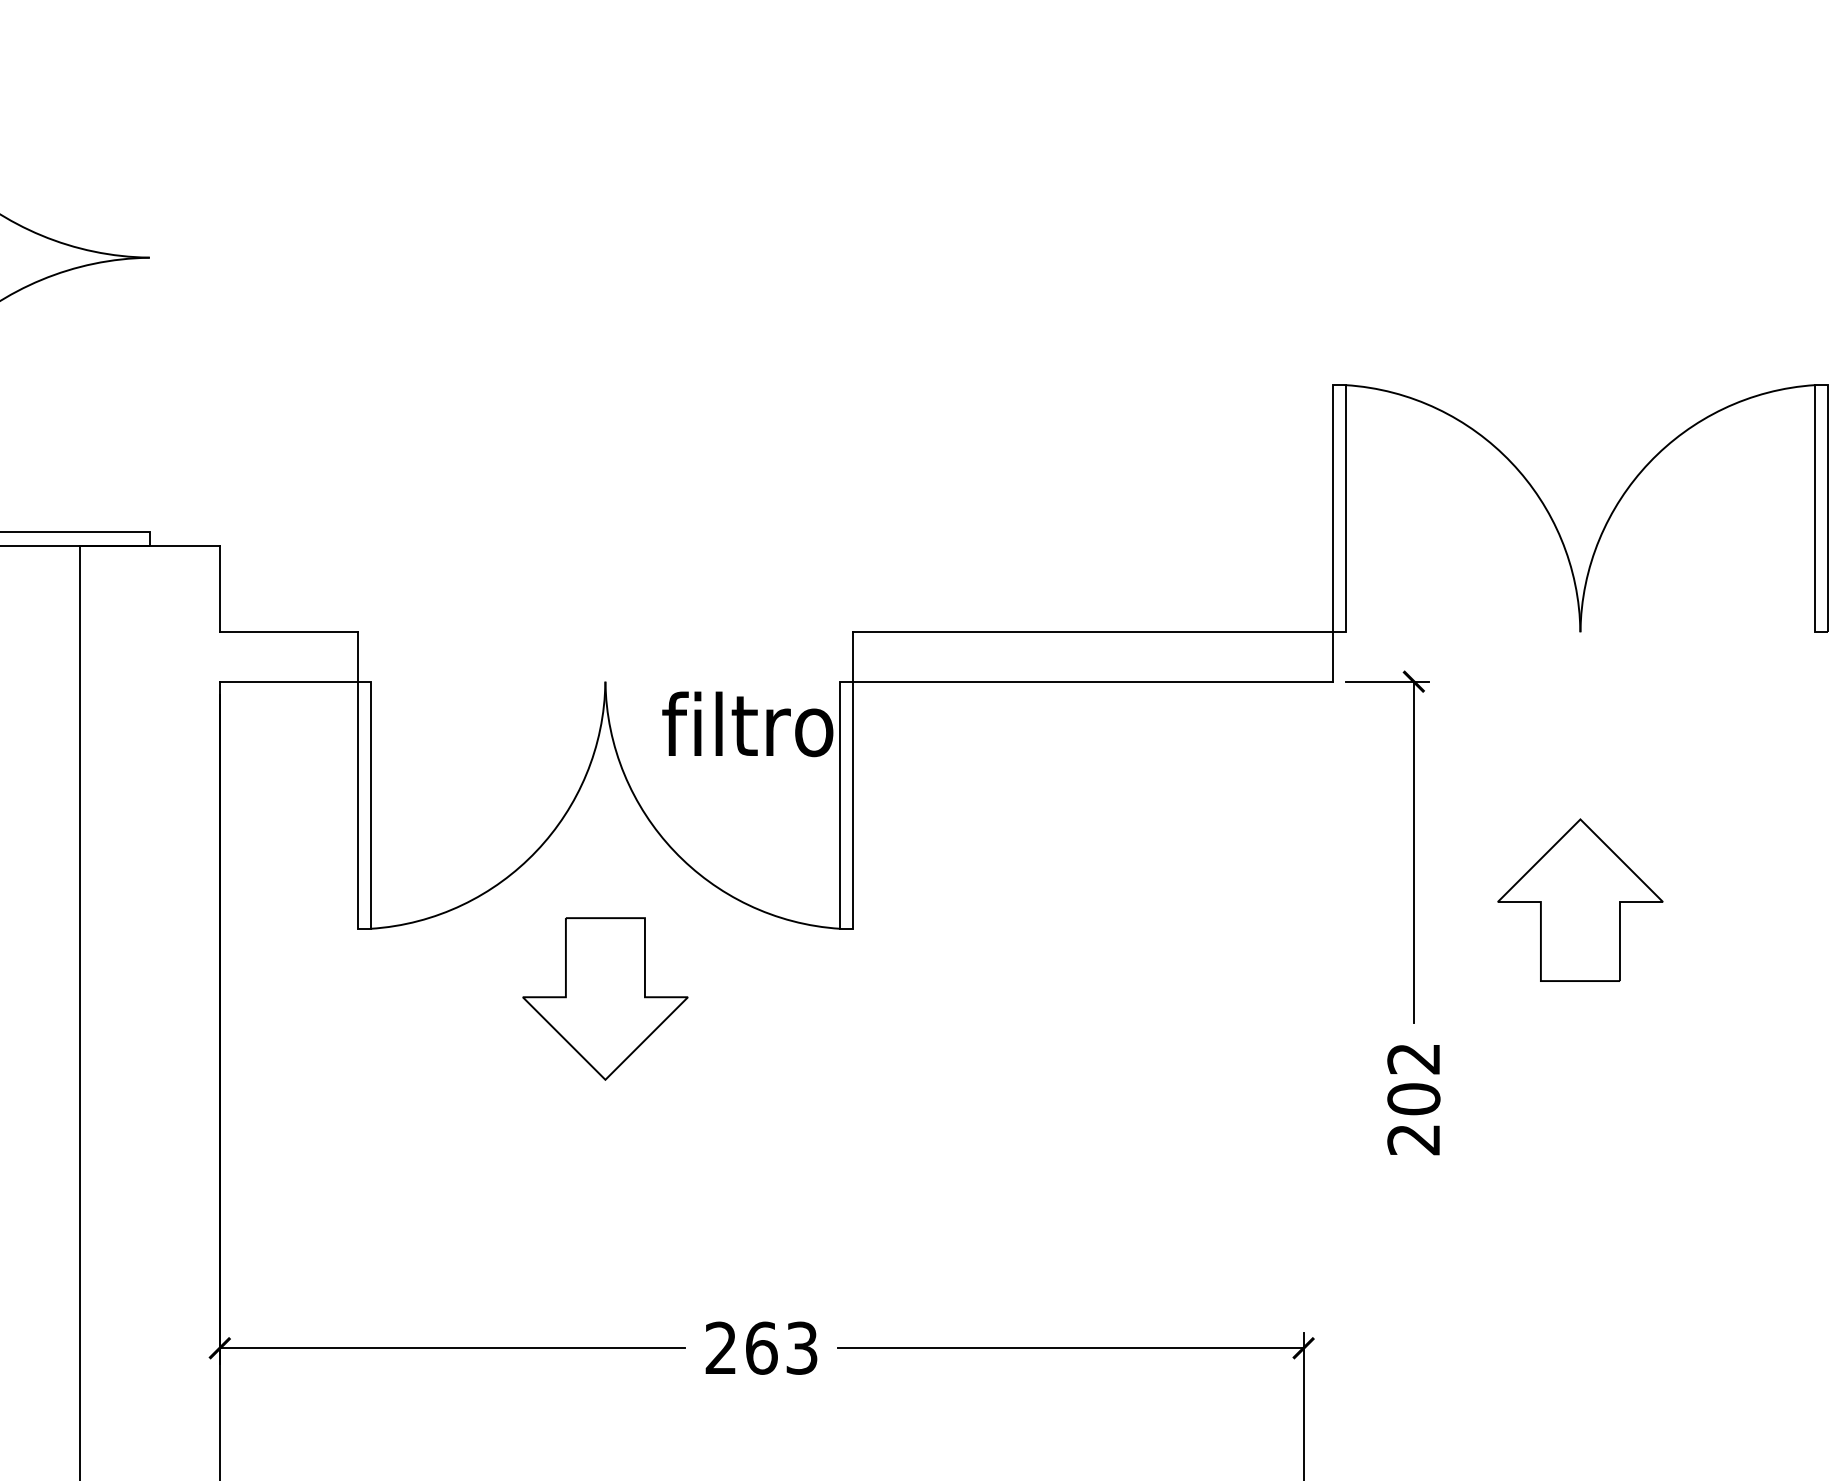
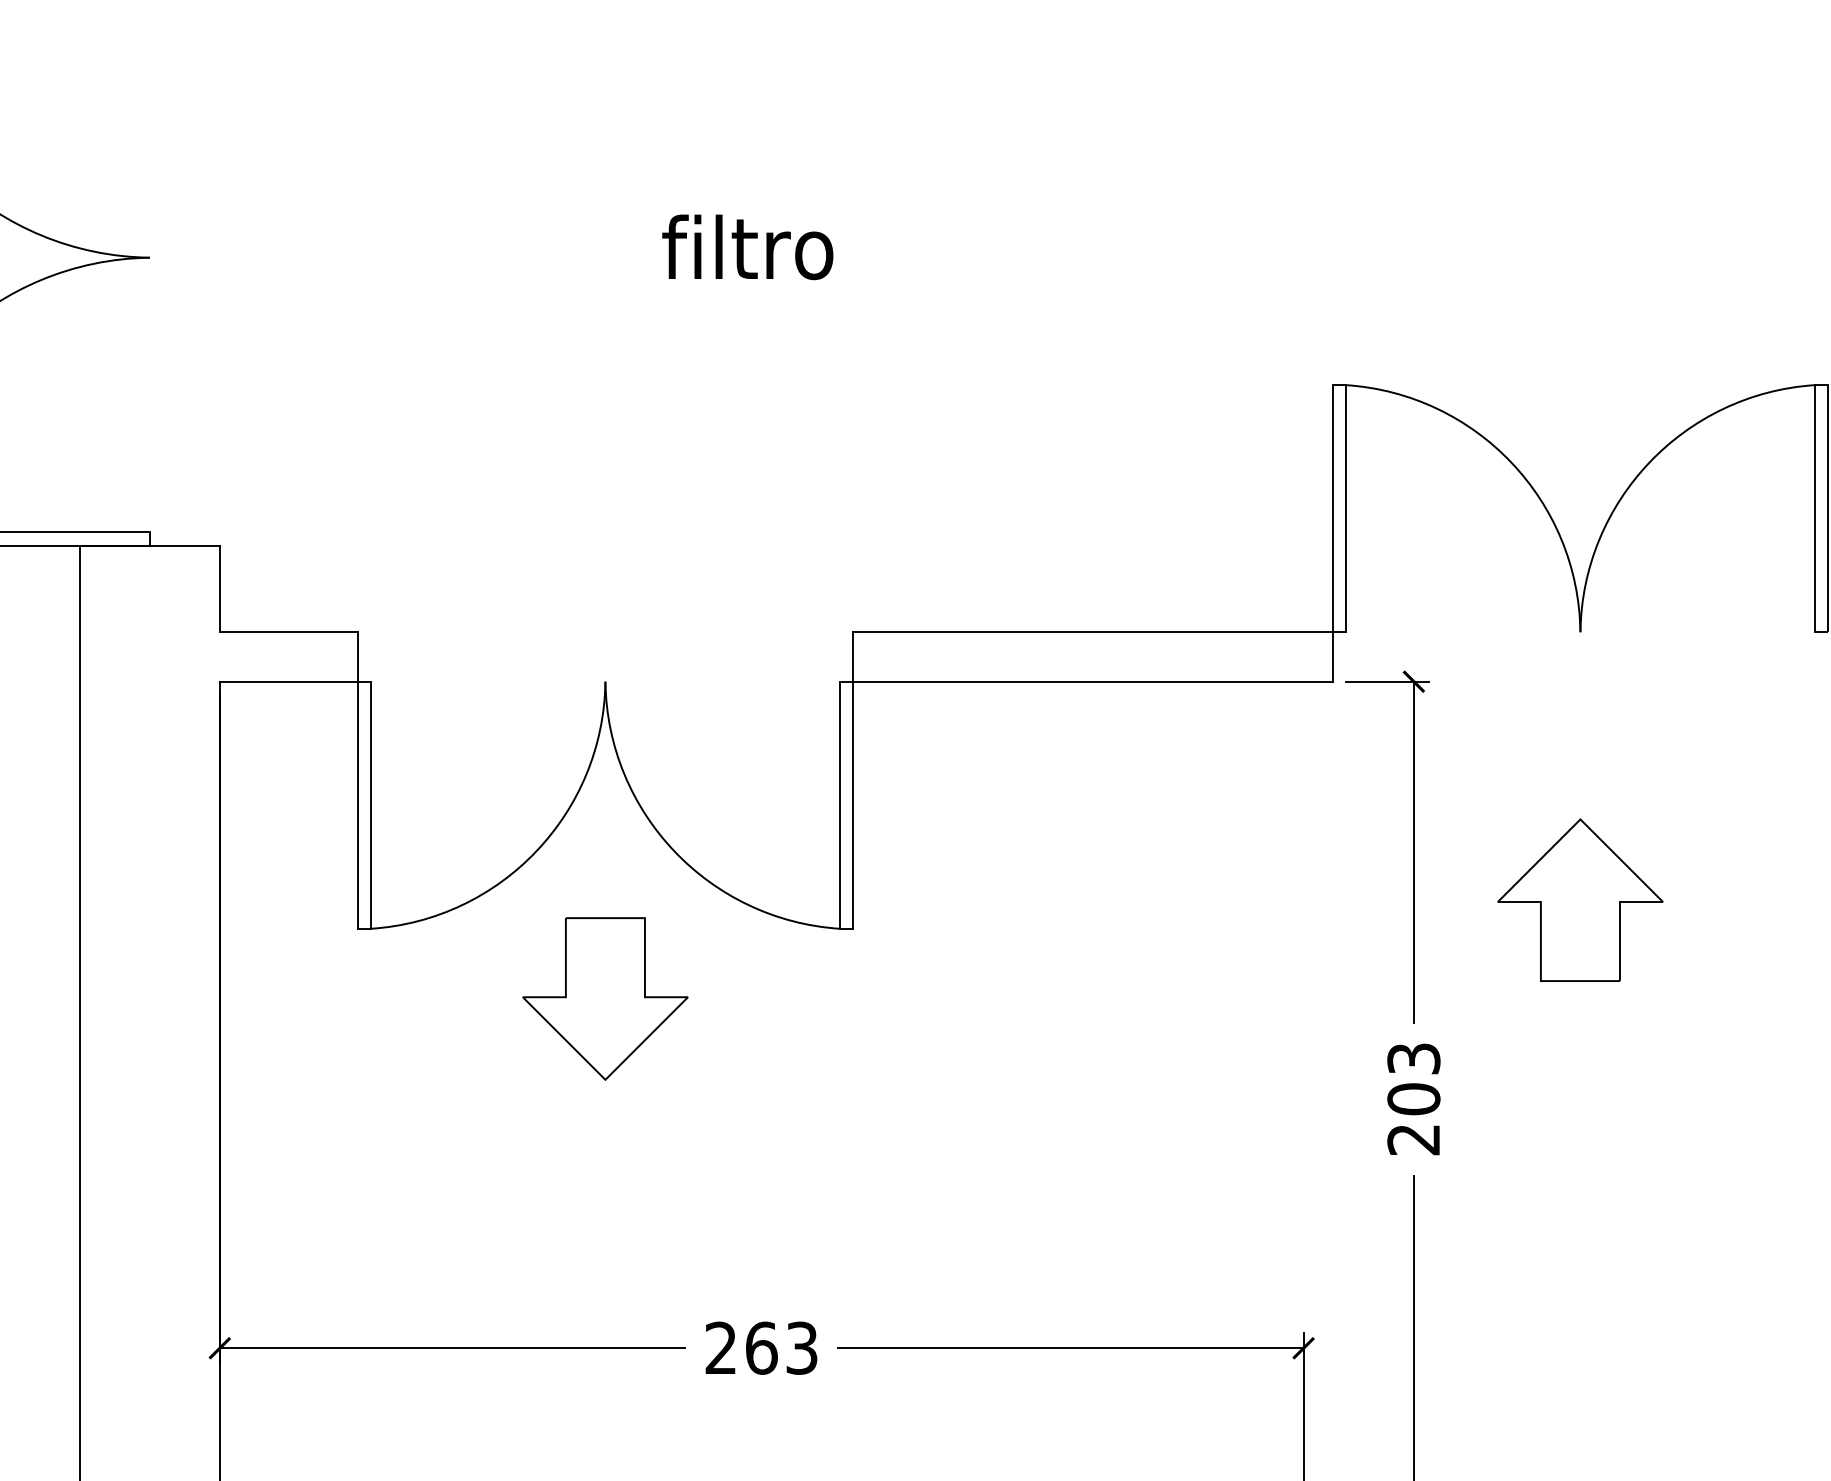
text at (747, 724) position: (747, 724) -> (747, 247)
text at (1413, 1058): 202 -> 203
line at (1413, 1326): none -> present
